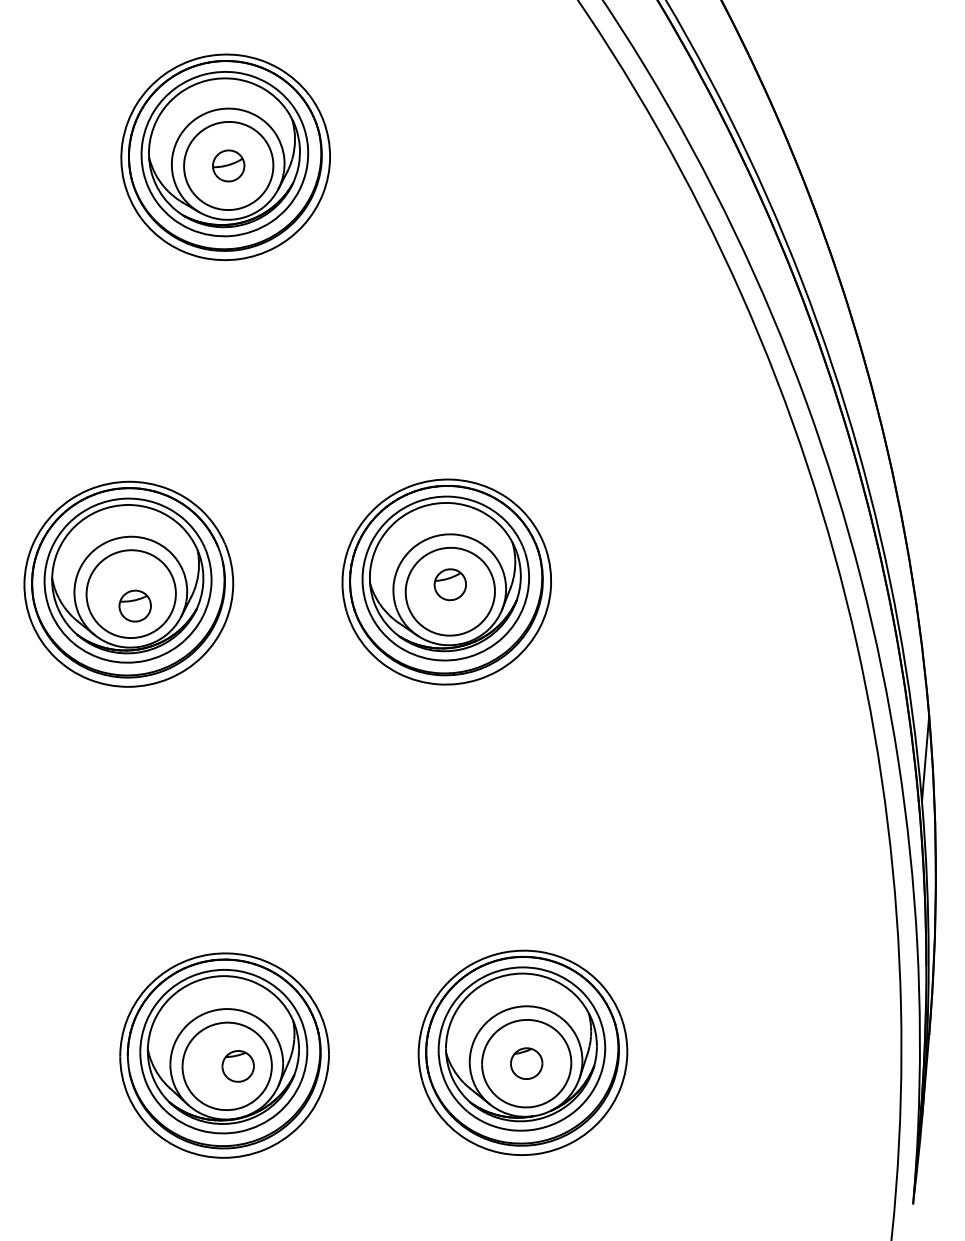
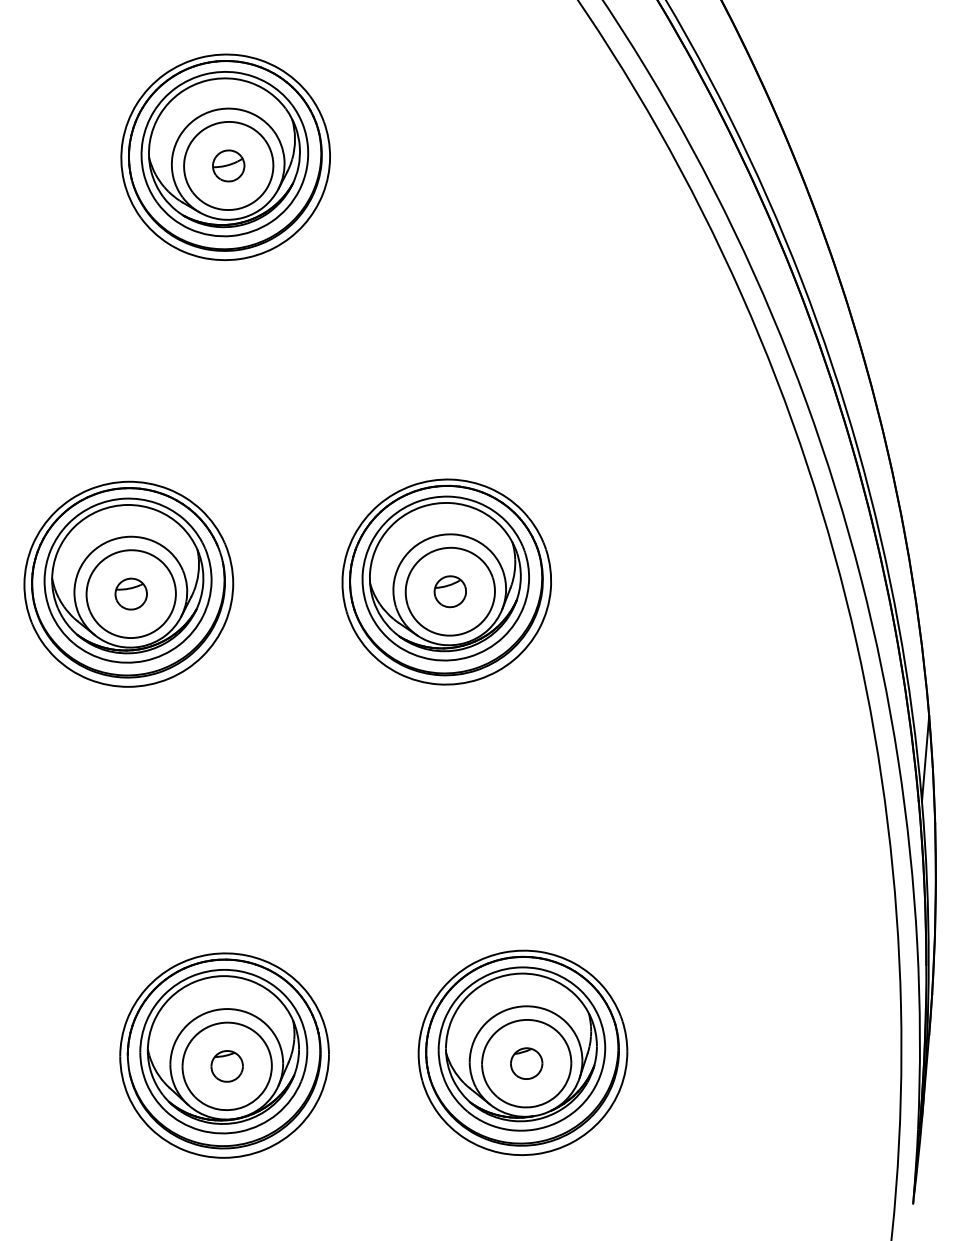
part at (449, 584) position: (449, 584) -> (449, 591)
part at (134, 605) position: (134, 605) -> (130, 593)
part at (237, 1066) position: (237, 1066) -> (226, 1066)
